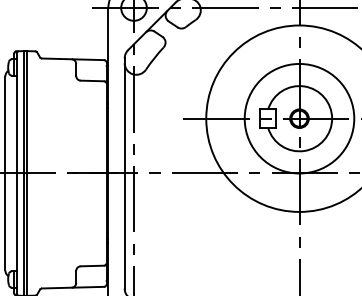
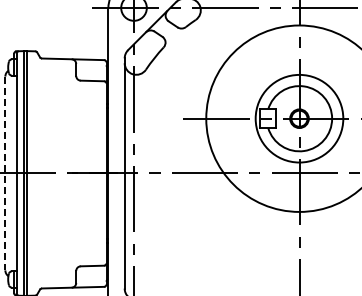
circle at (299, 118) diameter: 110 px -> 88 px
line at (5, 173): solid -> dashed
